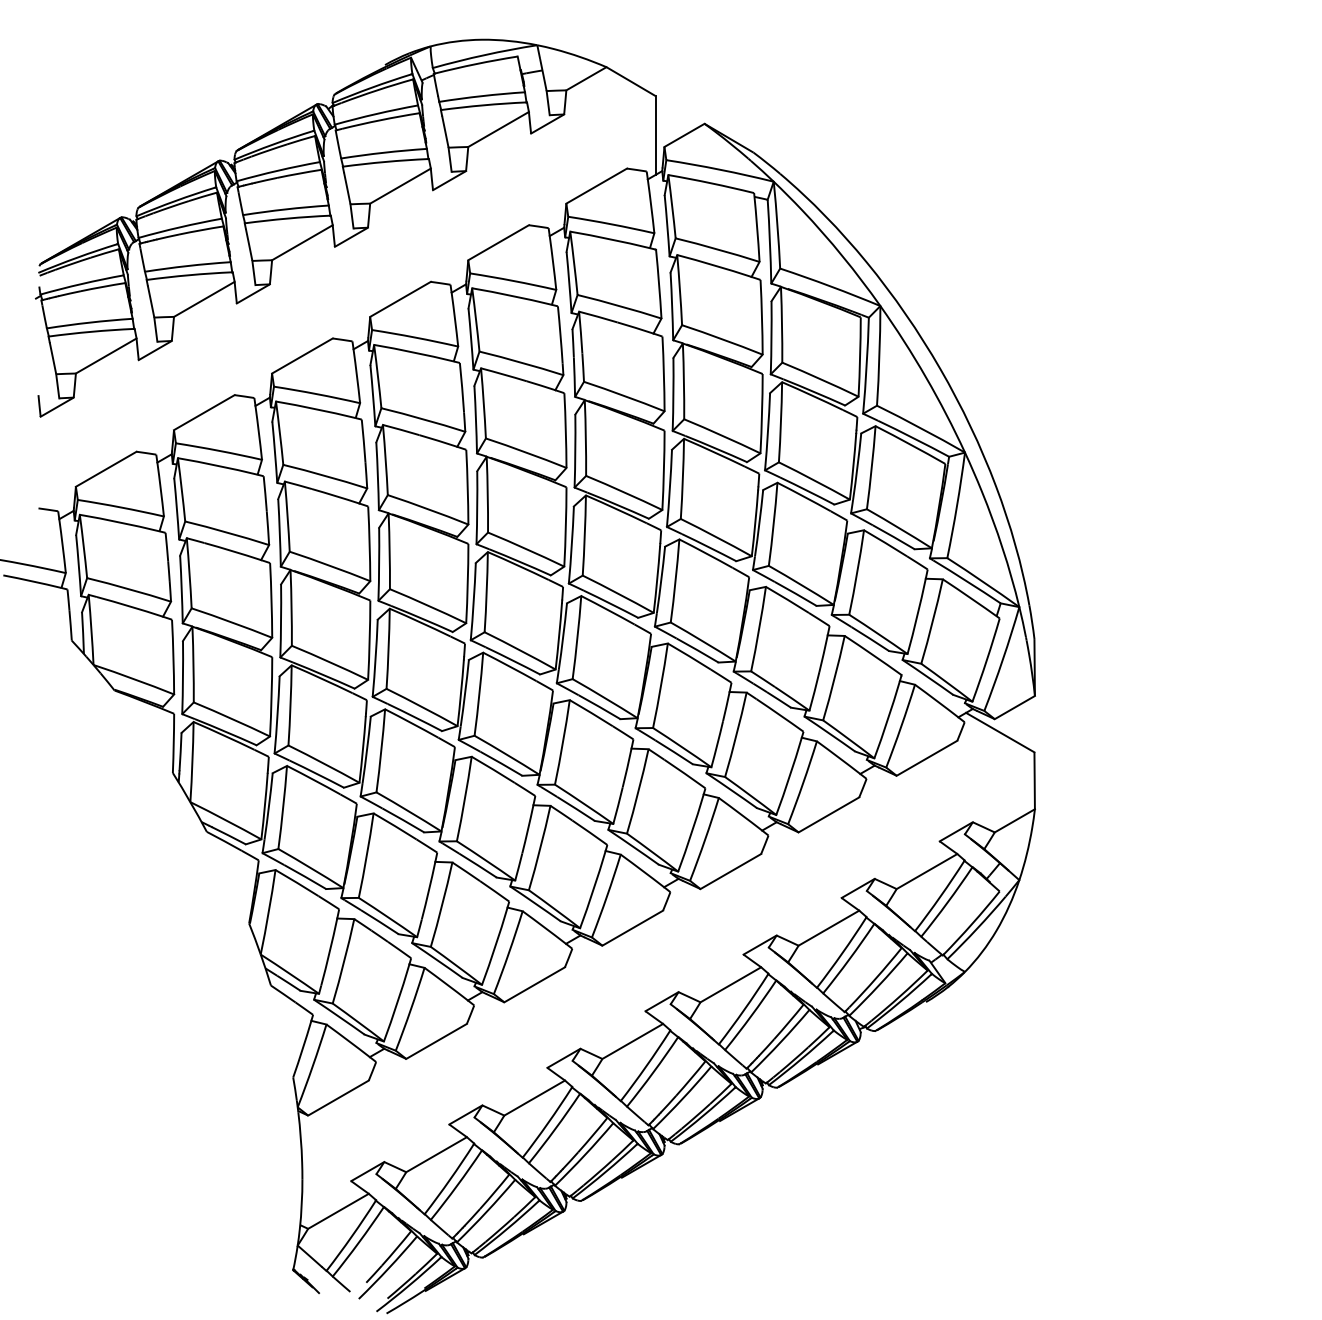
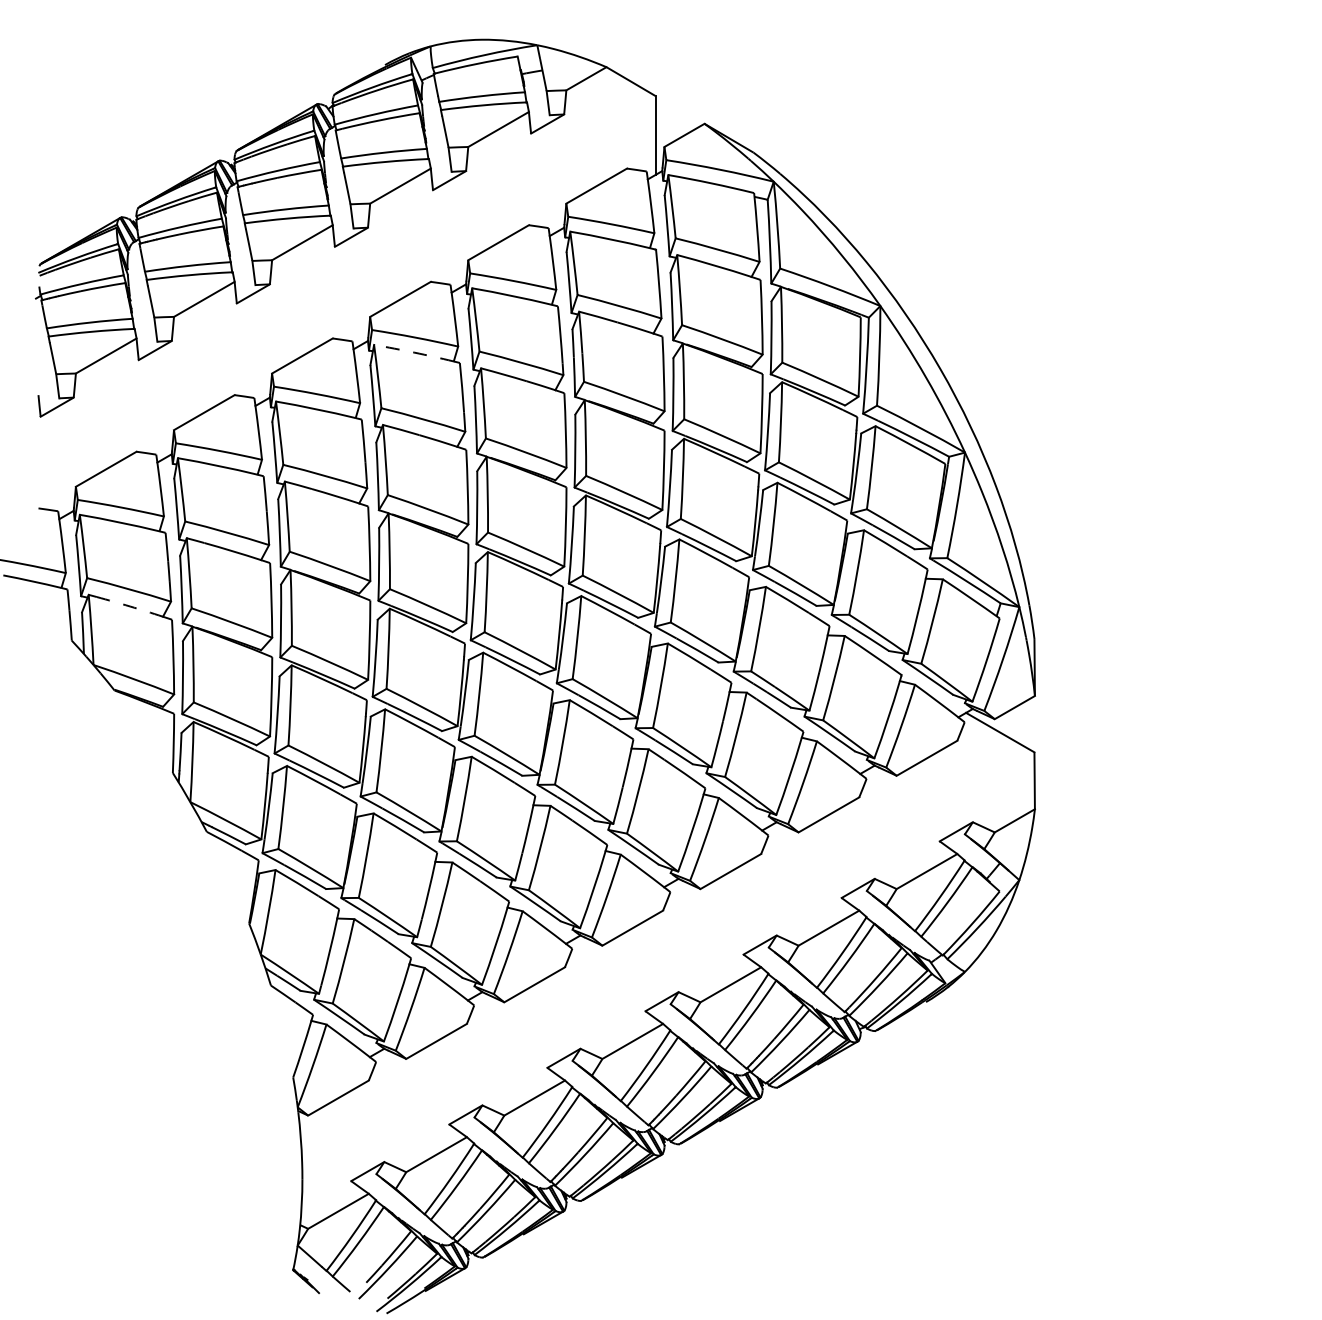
arc at (414, 352): solid -> dashed
arc at (130, 606): solid -> dashed
